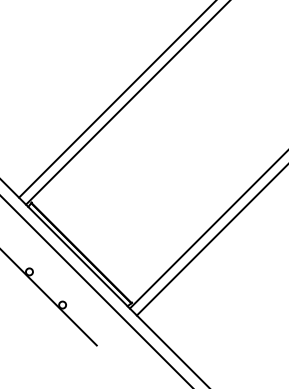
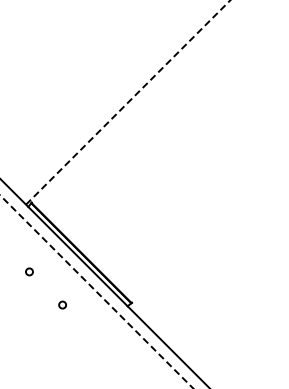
line at (116, 99): present -> none
line at (128, 102): solid -> dashed
line at (207, 230): present -> none
line at (210, 240): present -> none
line at (97, 292): solid -> dashed
line at (49, 298): present -> none
